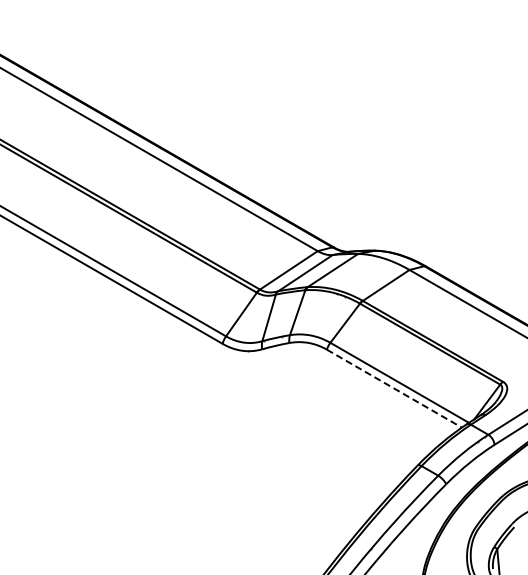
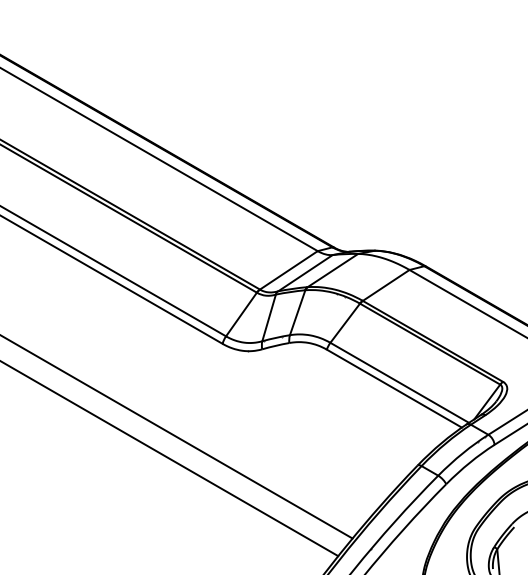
line at (394, 388): dashed -> solid
line at (177, 437): none -> present
line at (170, 459): none -> present
